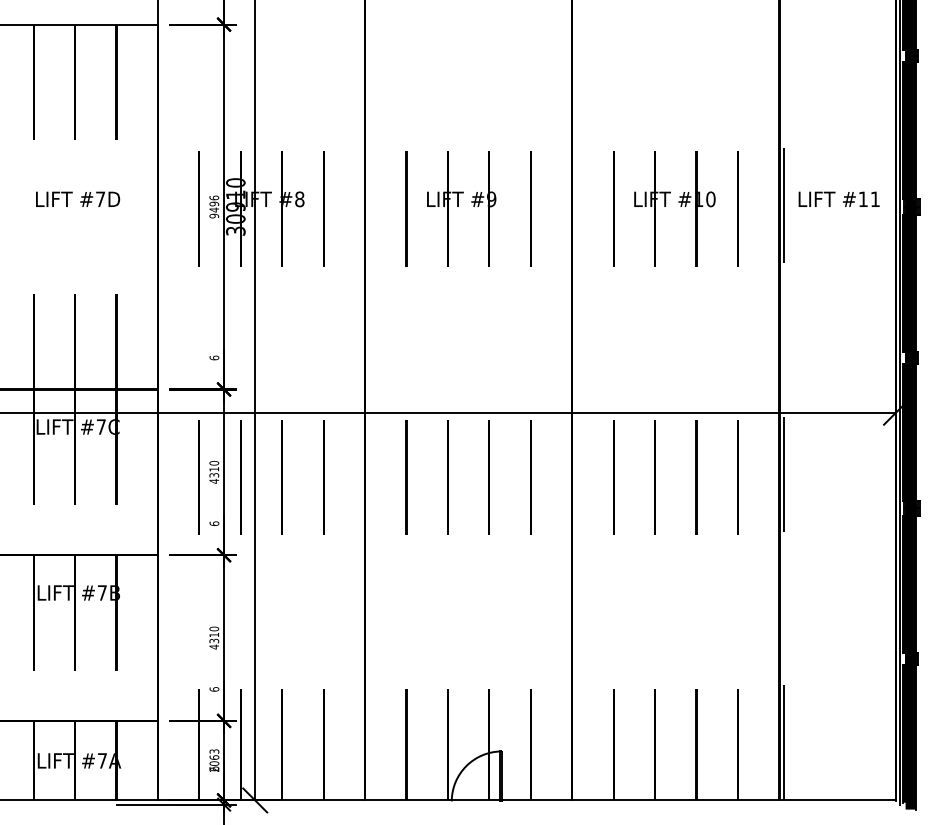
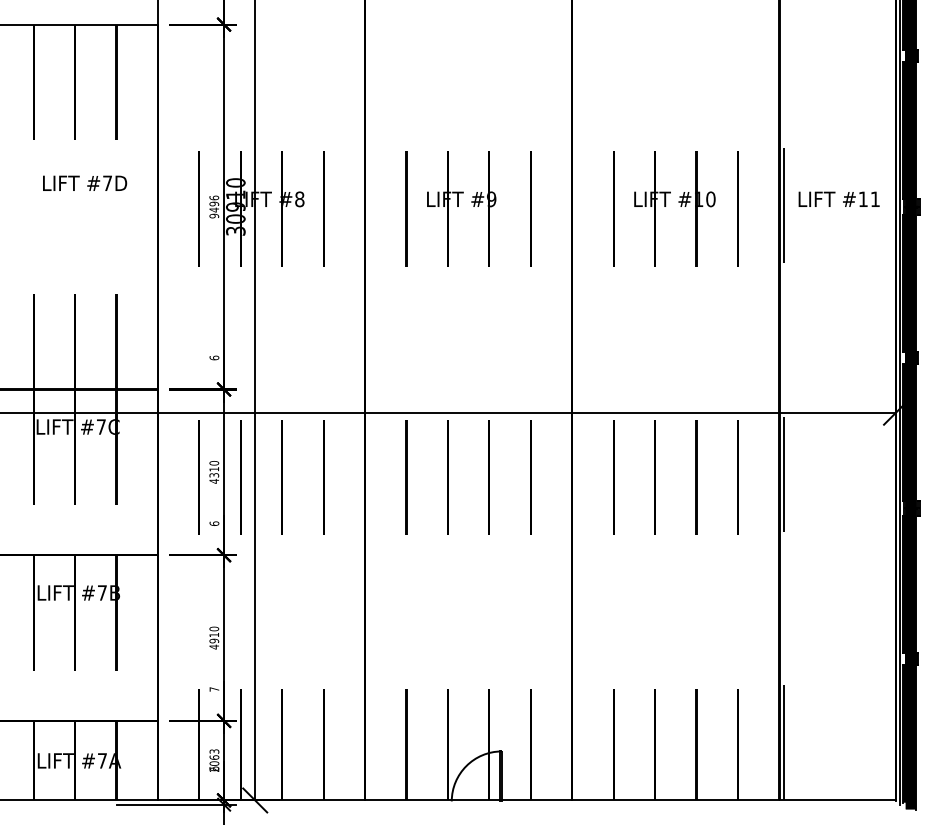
text at (78, 198) position: (78, 198) -> (85, 182)
text at (213, 640): 4310 -> 4910
text at (214, 689): 6 -> 7
